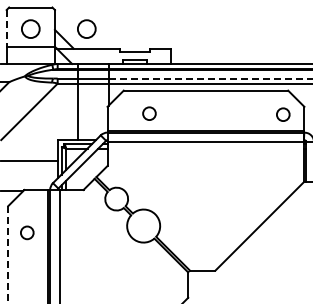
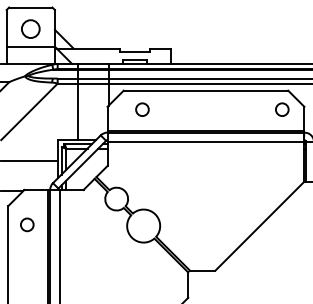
line at (6, 28): dashed -> solid
circle at (86, 28): present -> none
line at (210, 78): dashed -> solid
circle at (149, 113) position: (149, 113) -> (142, 109)
circle at (283, 114) position: (283, 114) -> (282, 109)
circle at (27, 232) position: (27, 232) -> (27, 224)
line at (8, 255): dashed -> solid
